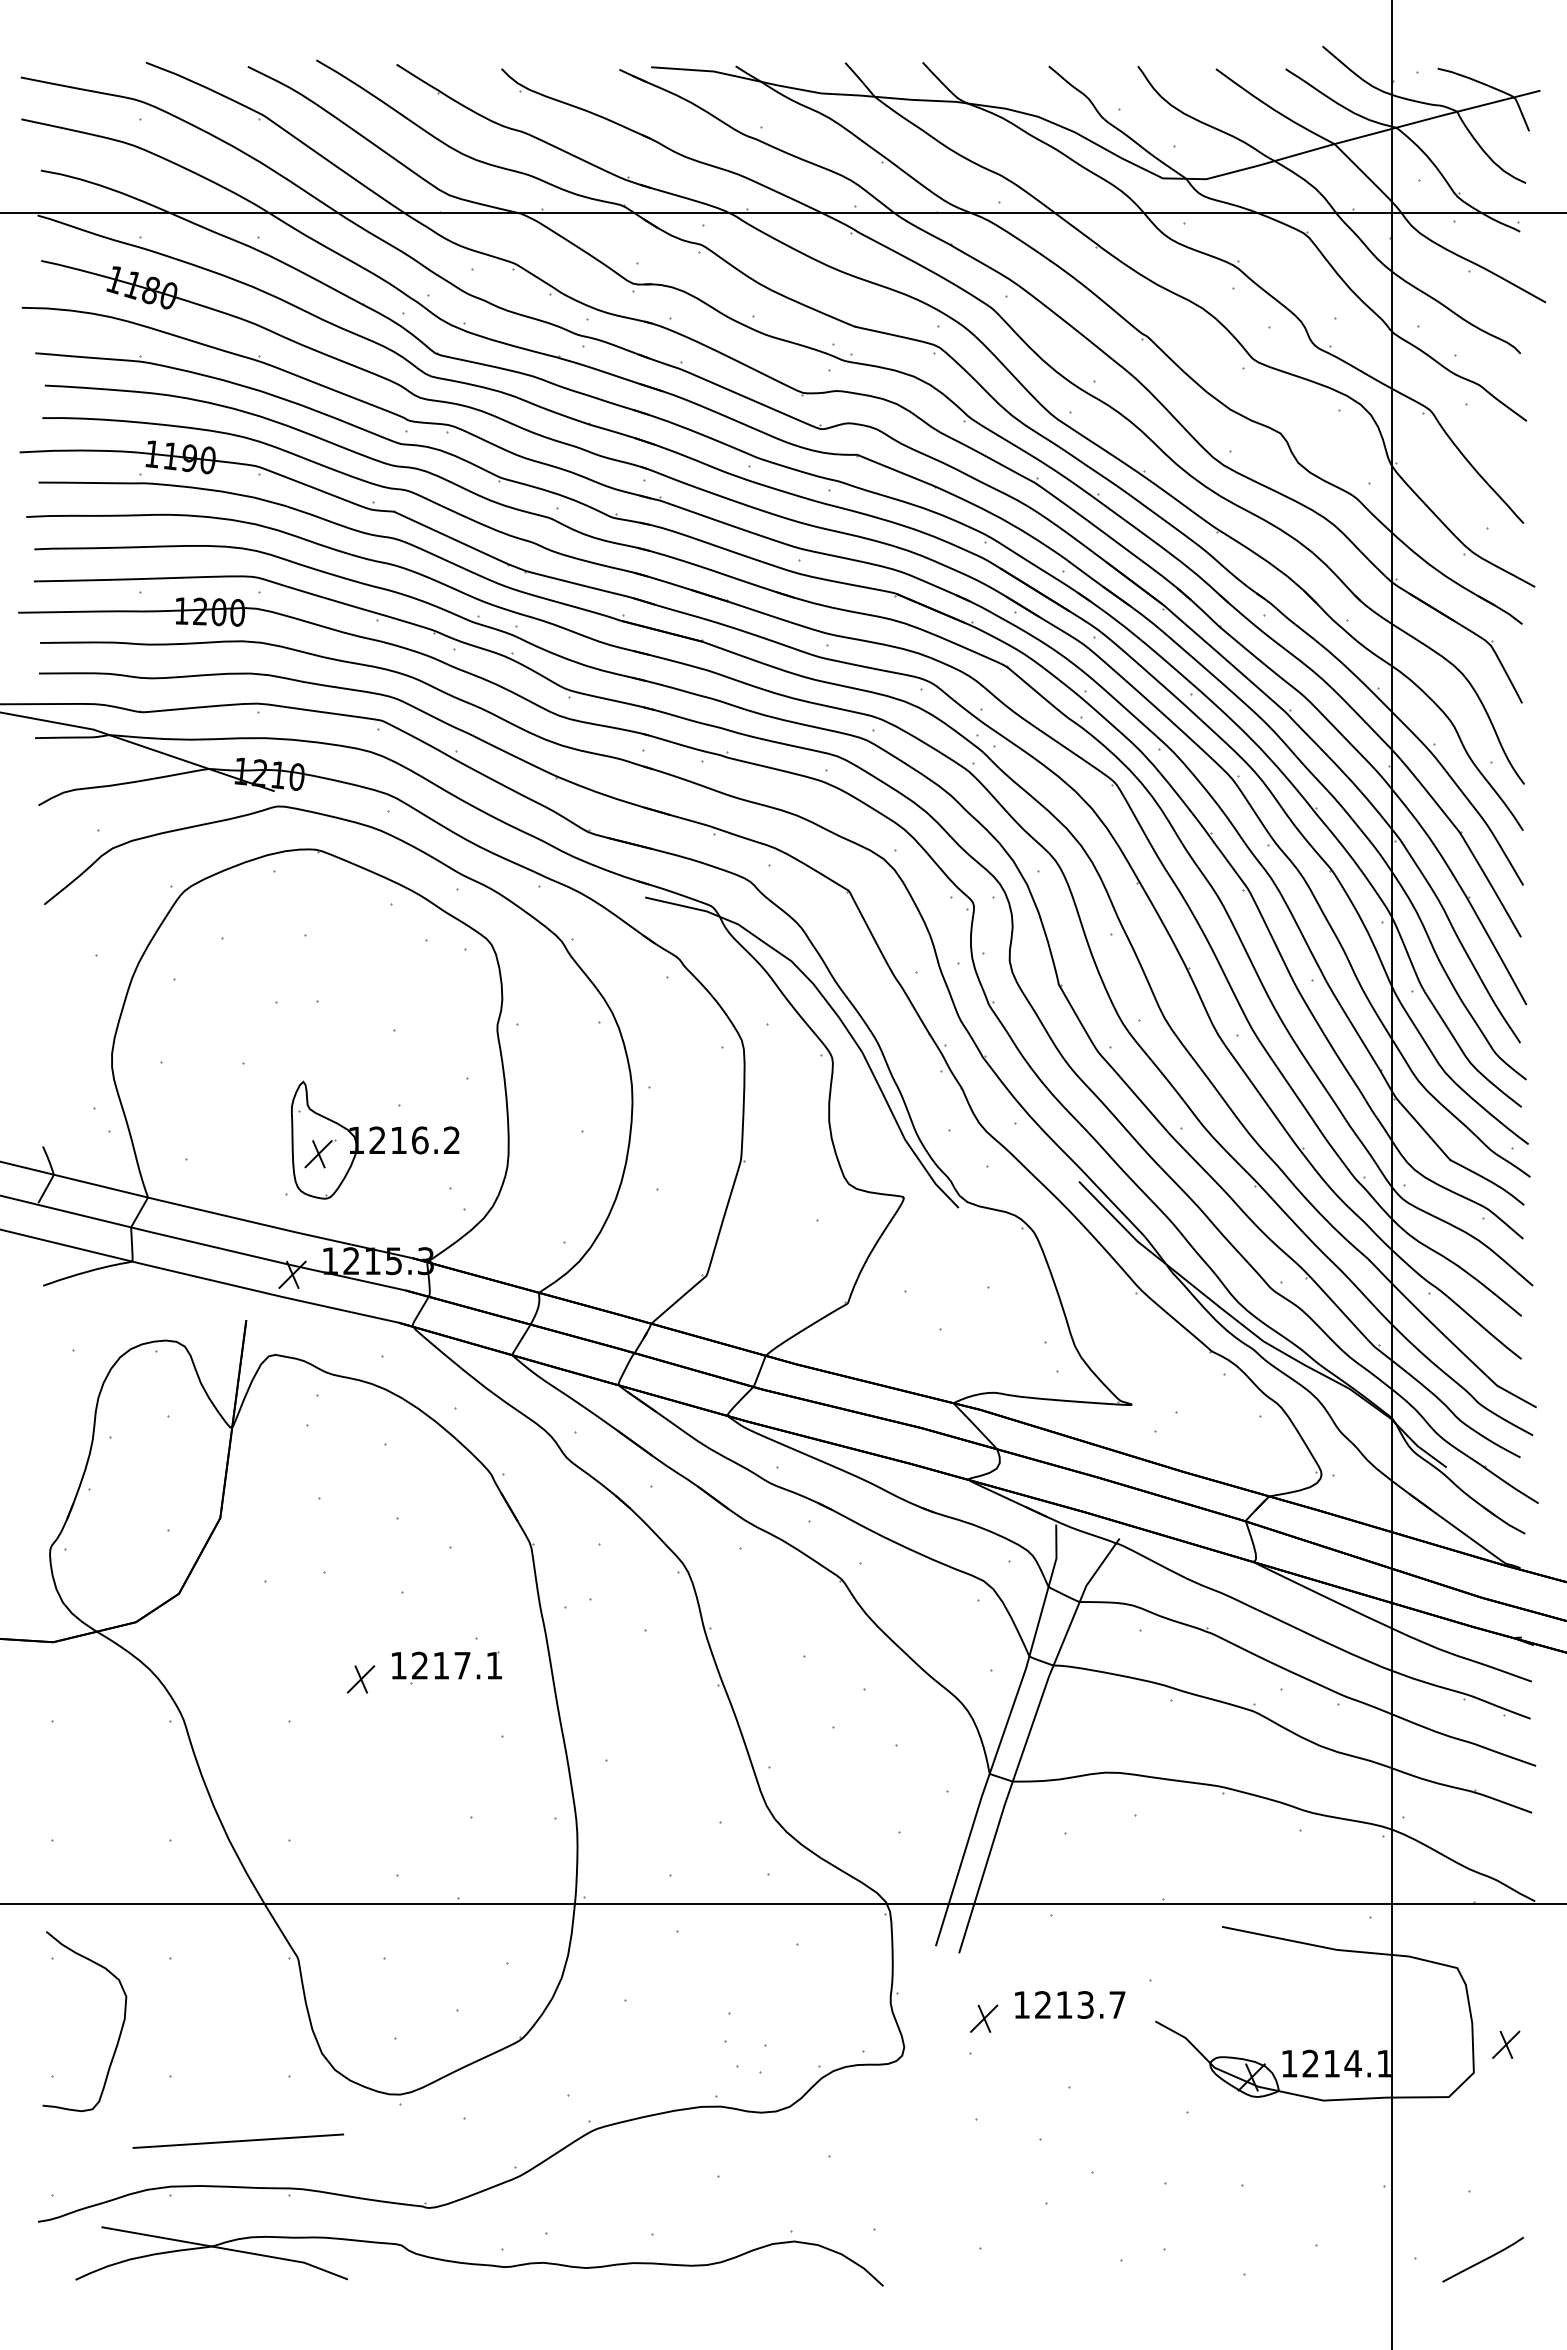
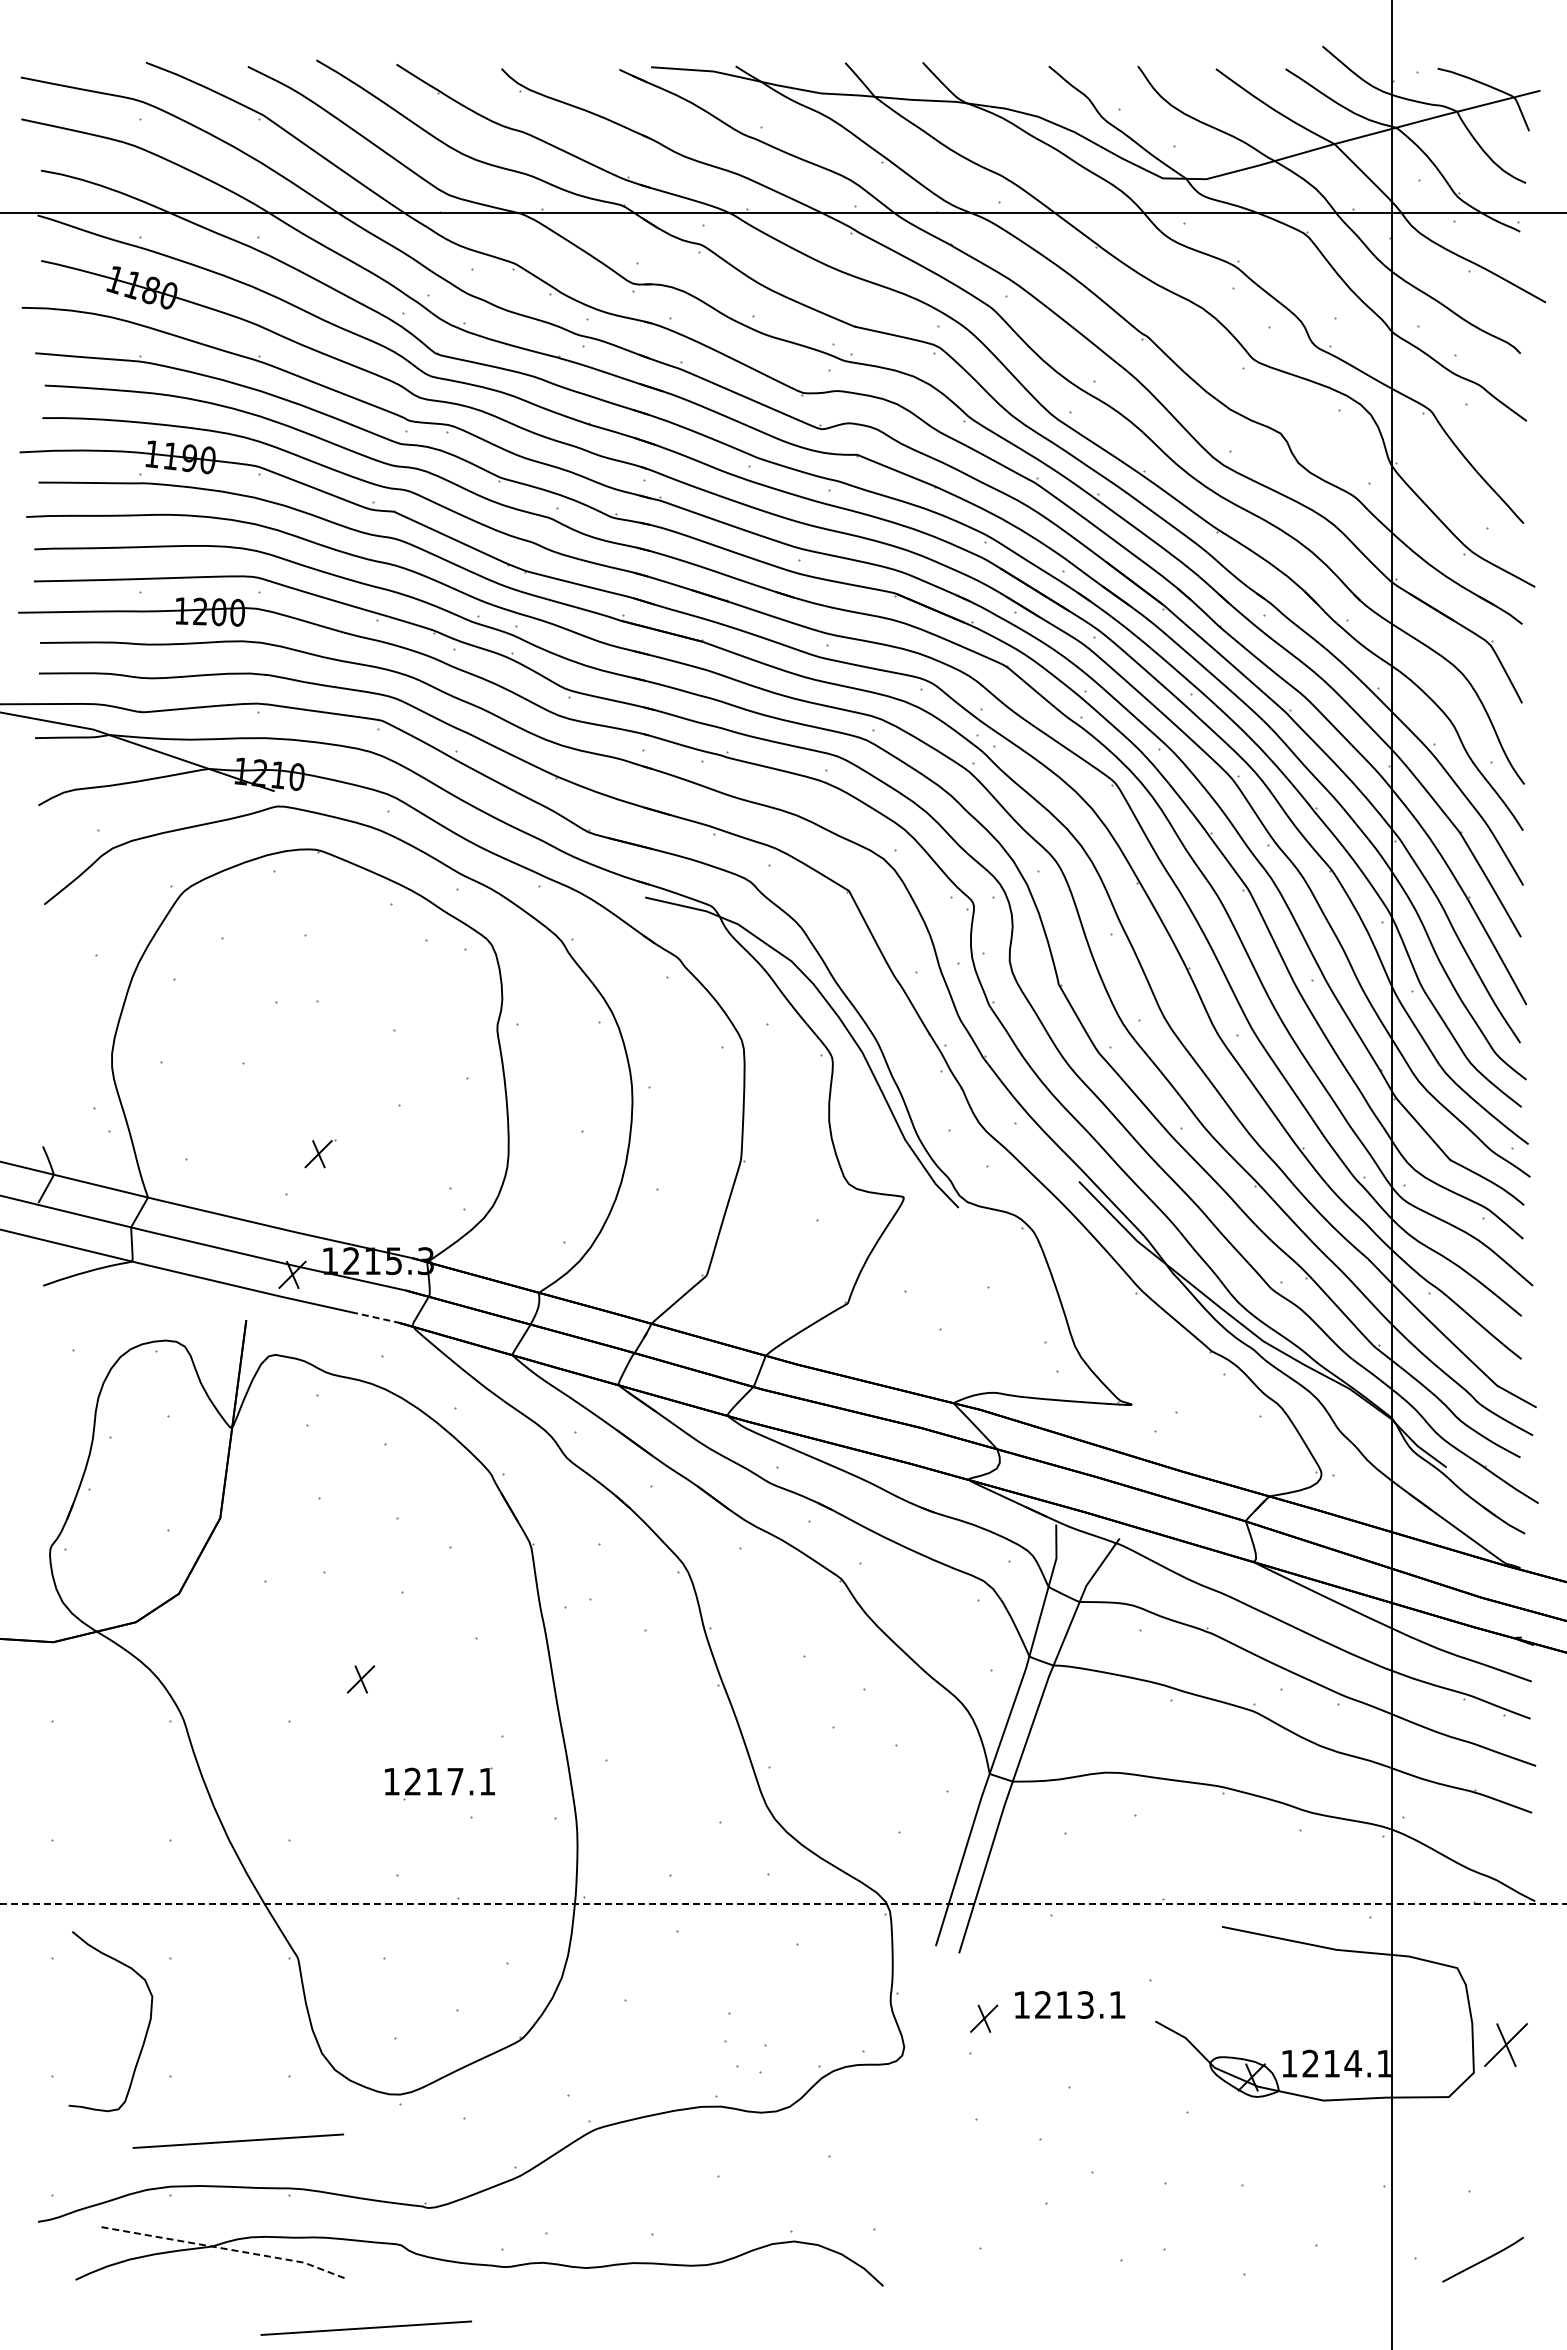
part at (374, 1139): present -> none
line at (375, 1317): solid -> dashed
part at (446, 1667) position: (446, 1667) -> (439, 1783)
line at (783, 1904): solid -> dashed
text at (1117, 2004): 1213.7 -> 1213.1
curve at (120, 2029) position: (120, 2029) -> (146, 2029)
part at (1506, 2044) size: 29x29 px -> 44x45 px
line at (226, 2249): solid -> dashed
line at (366, 2327): none -> present
